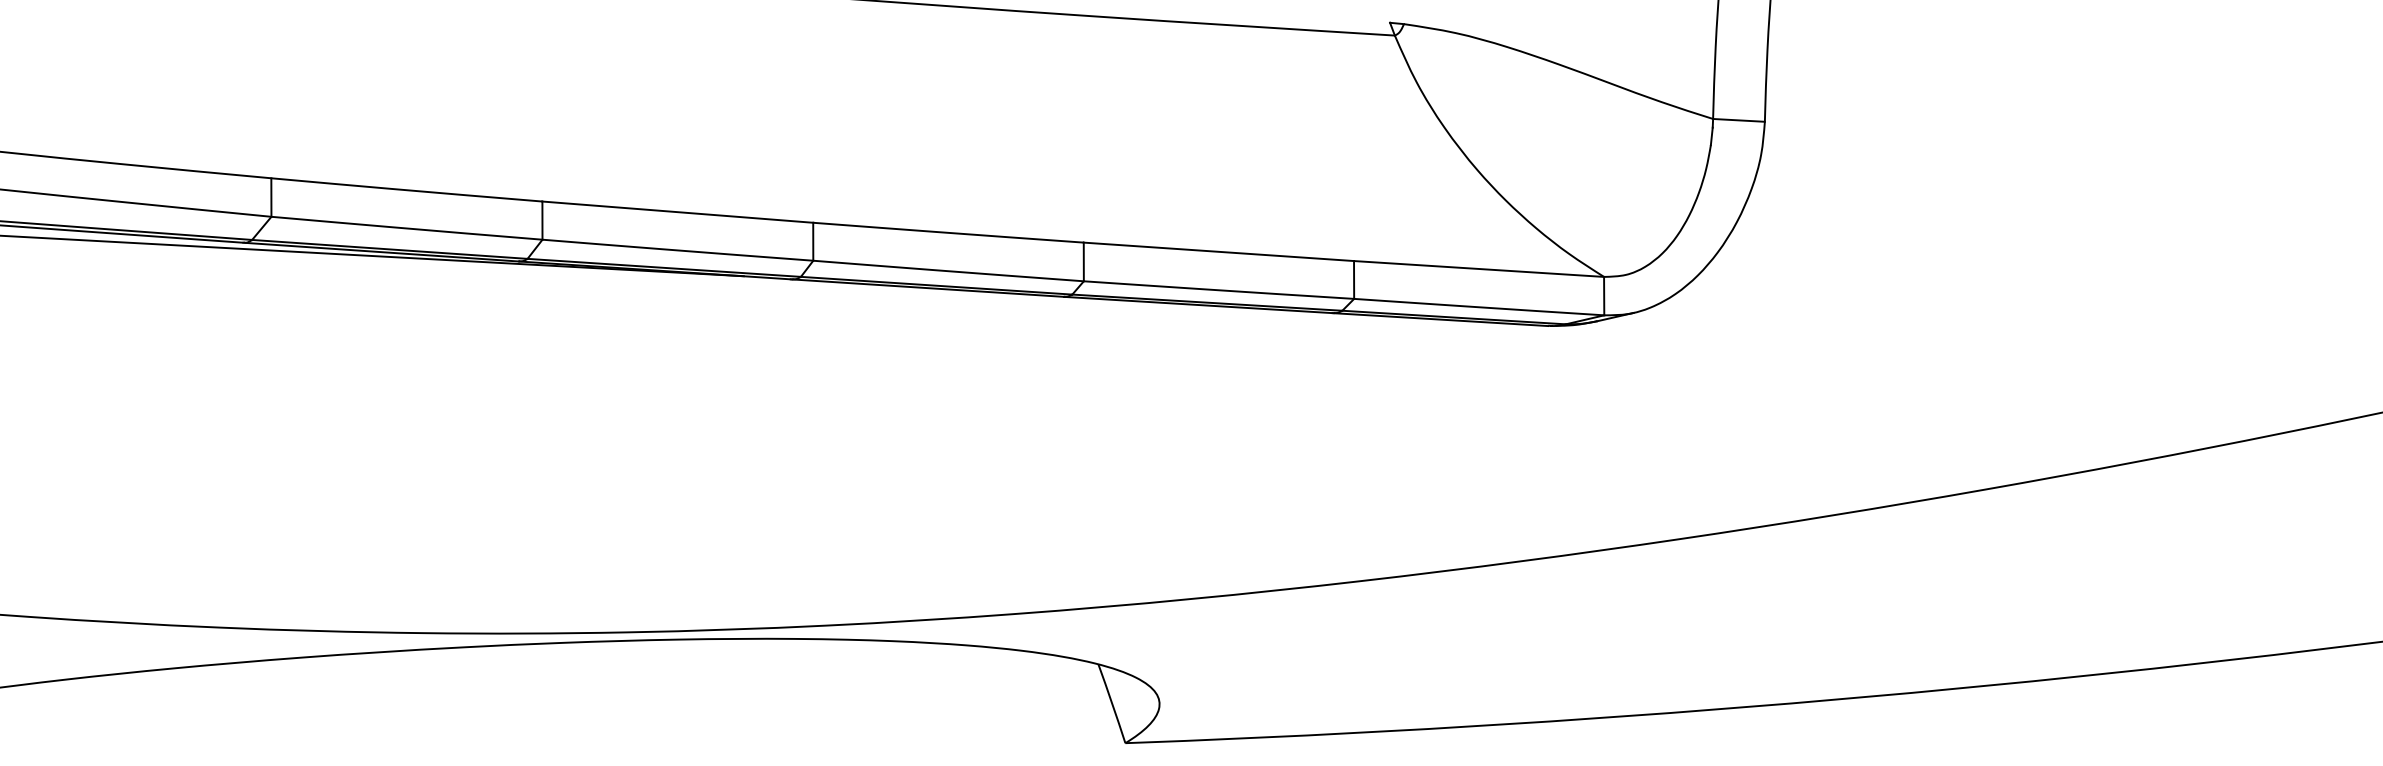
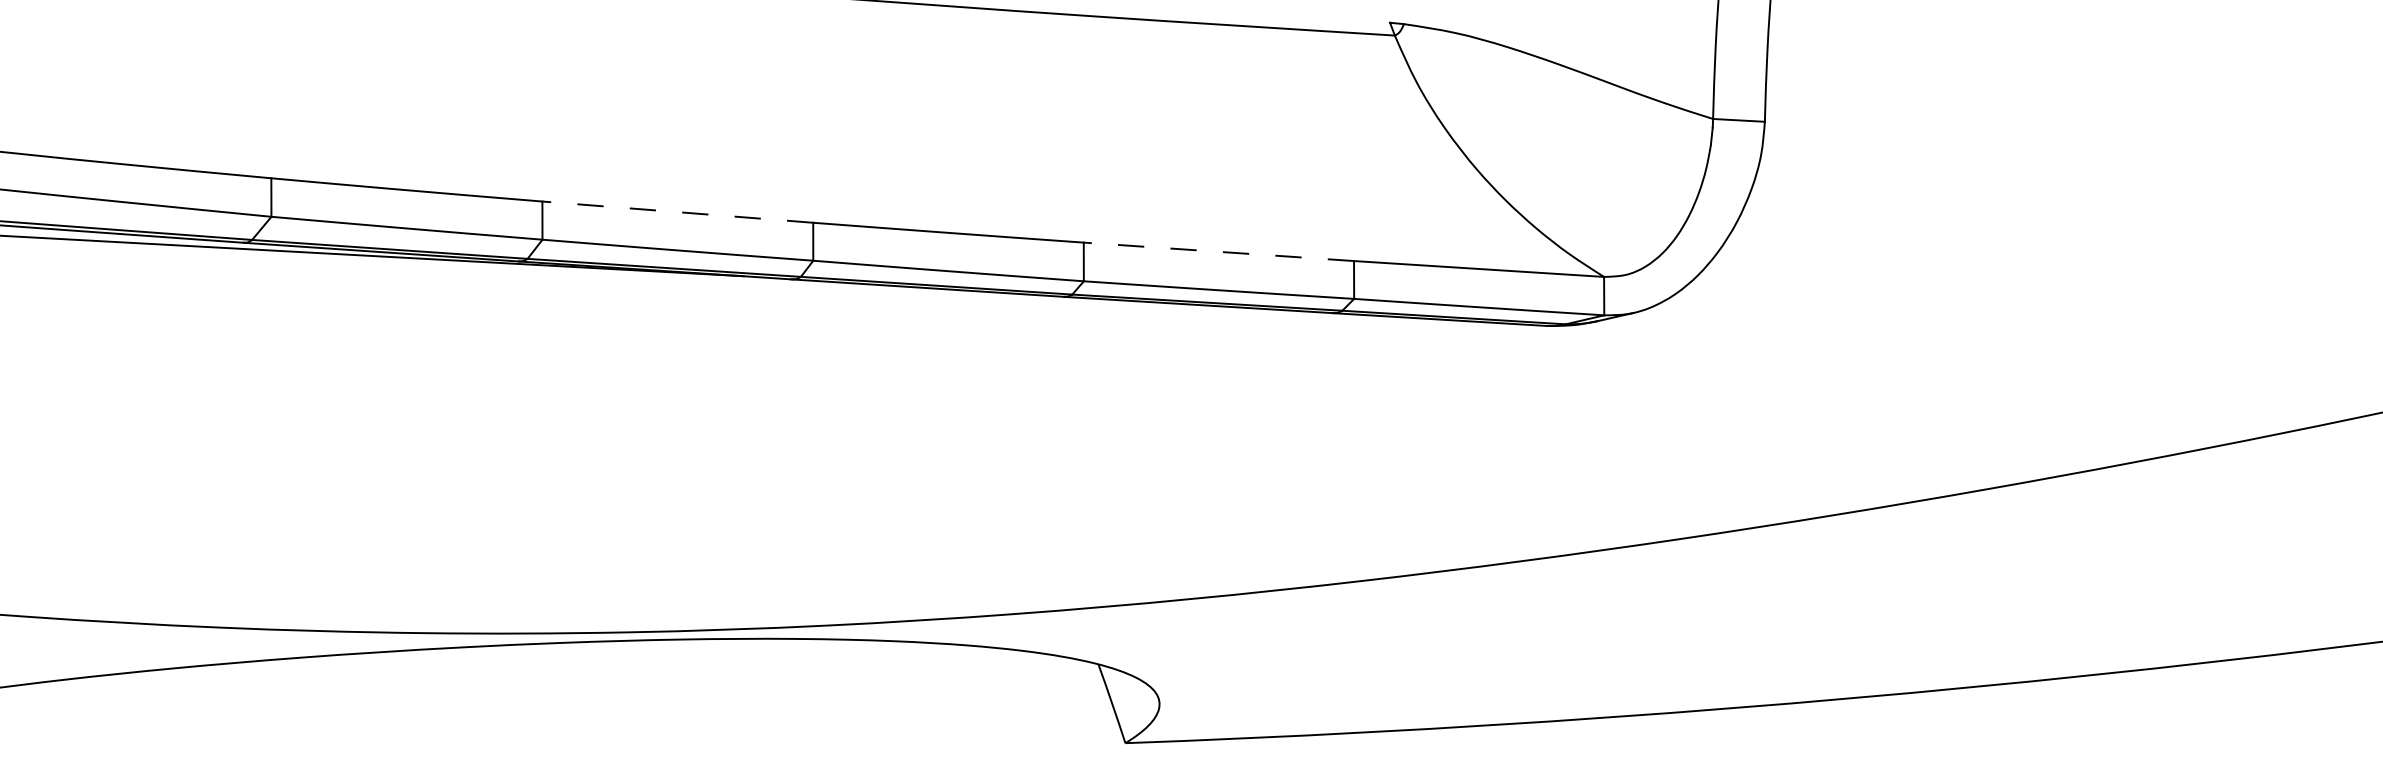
line at (677, 212): solid -> dashed
line at (1218, 251): solid -> dashed
